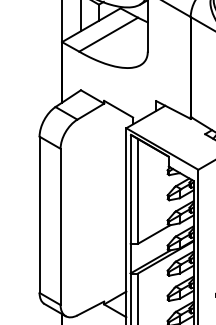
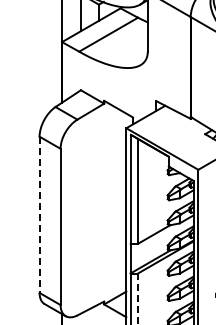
line at (39, 215): solid -> dashed
line at (137, 298): solid -> dashed
